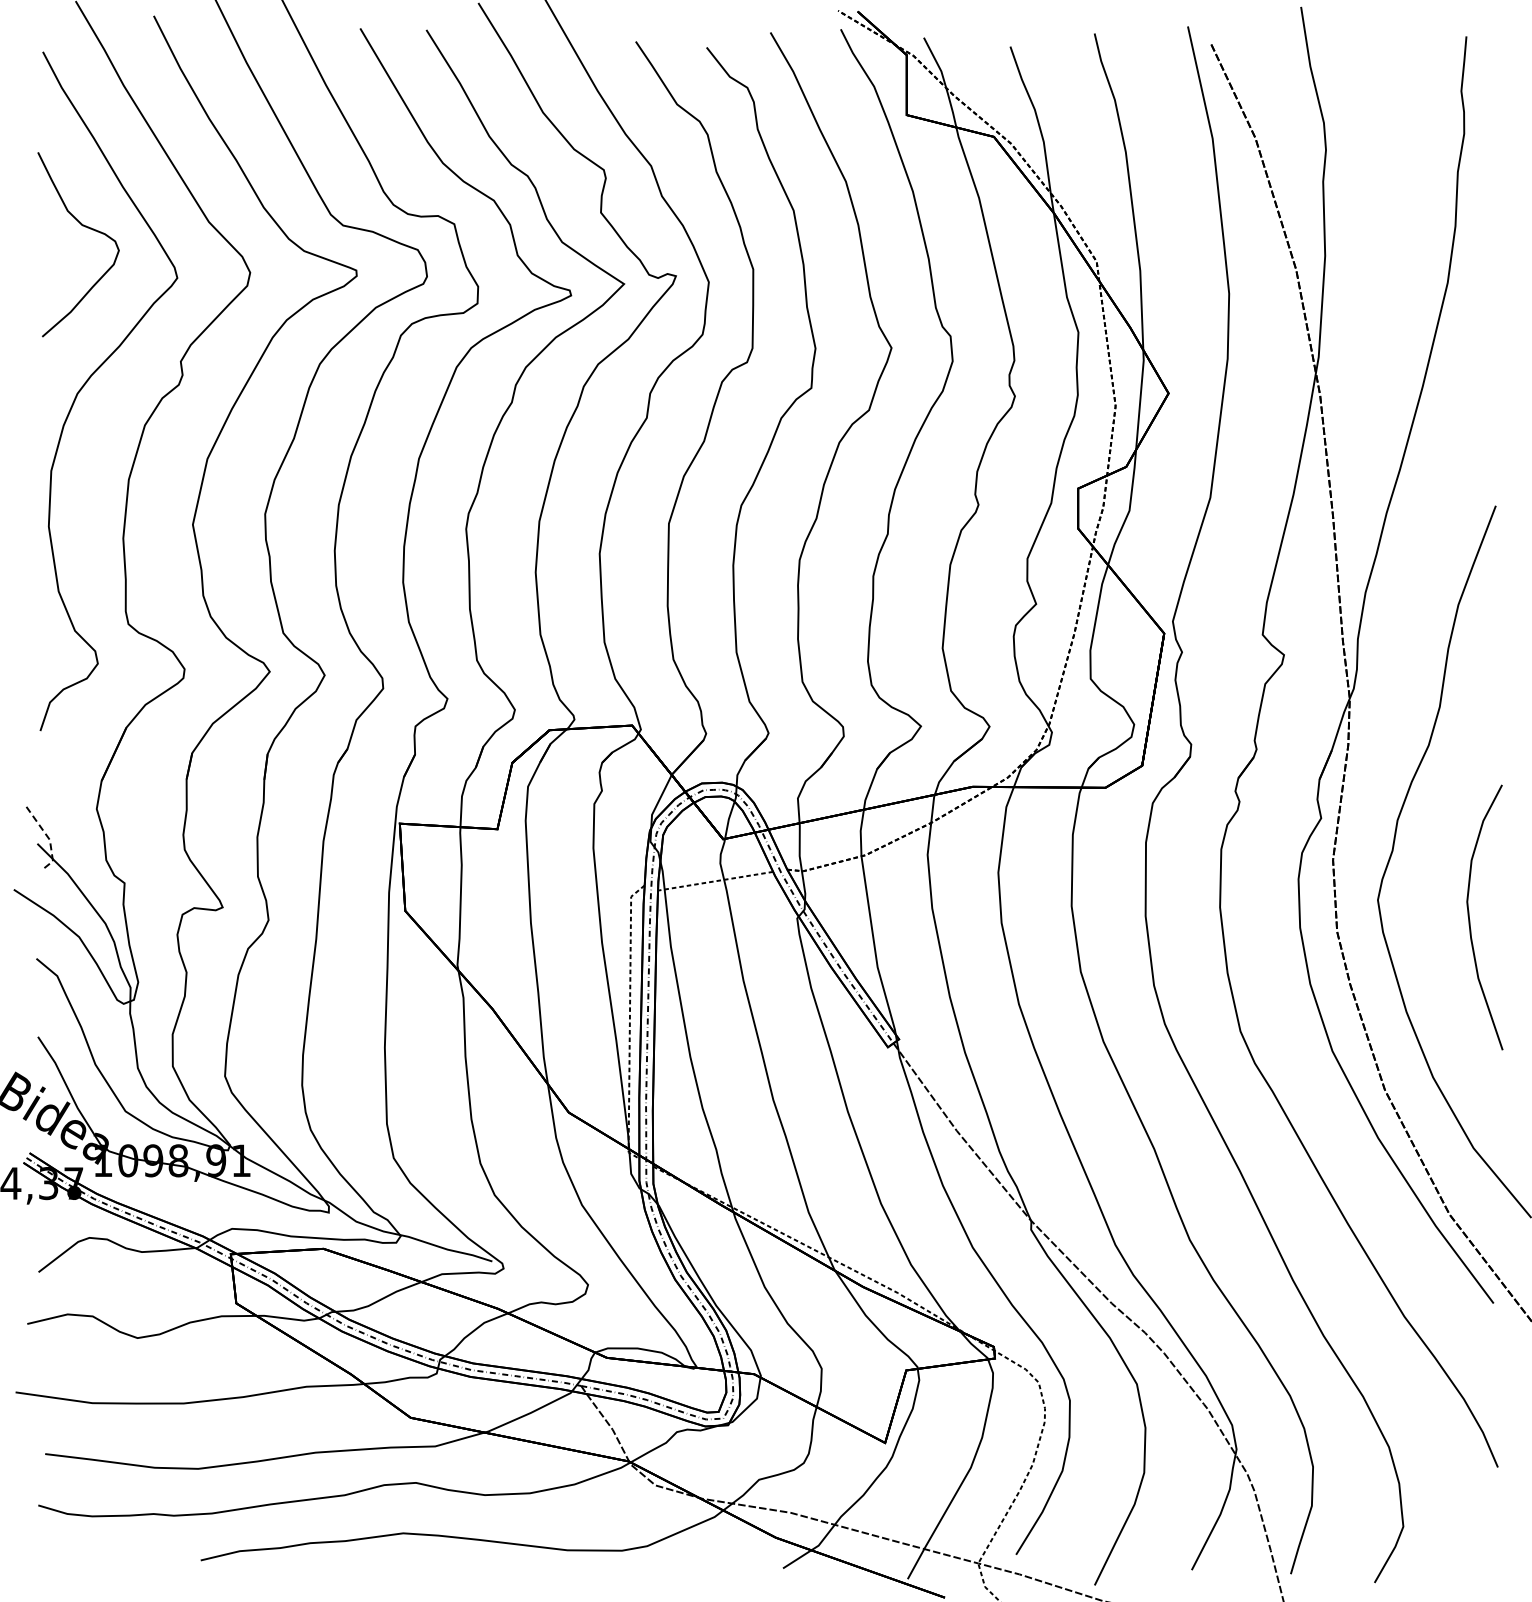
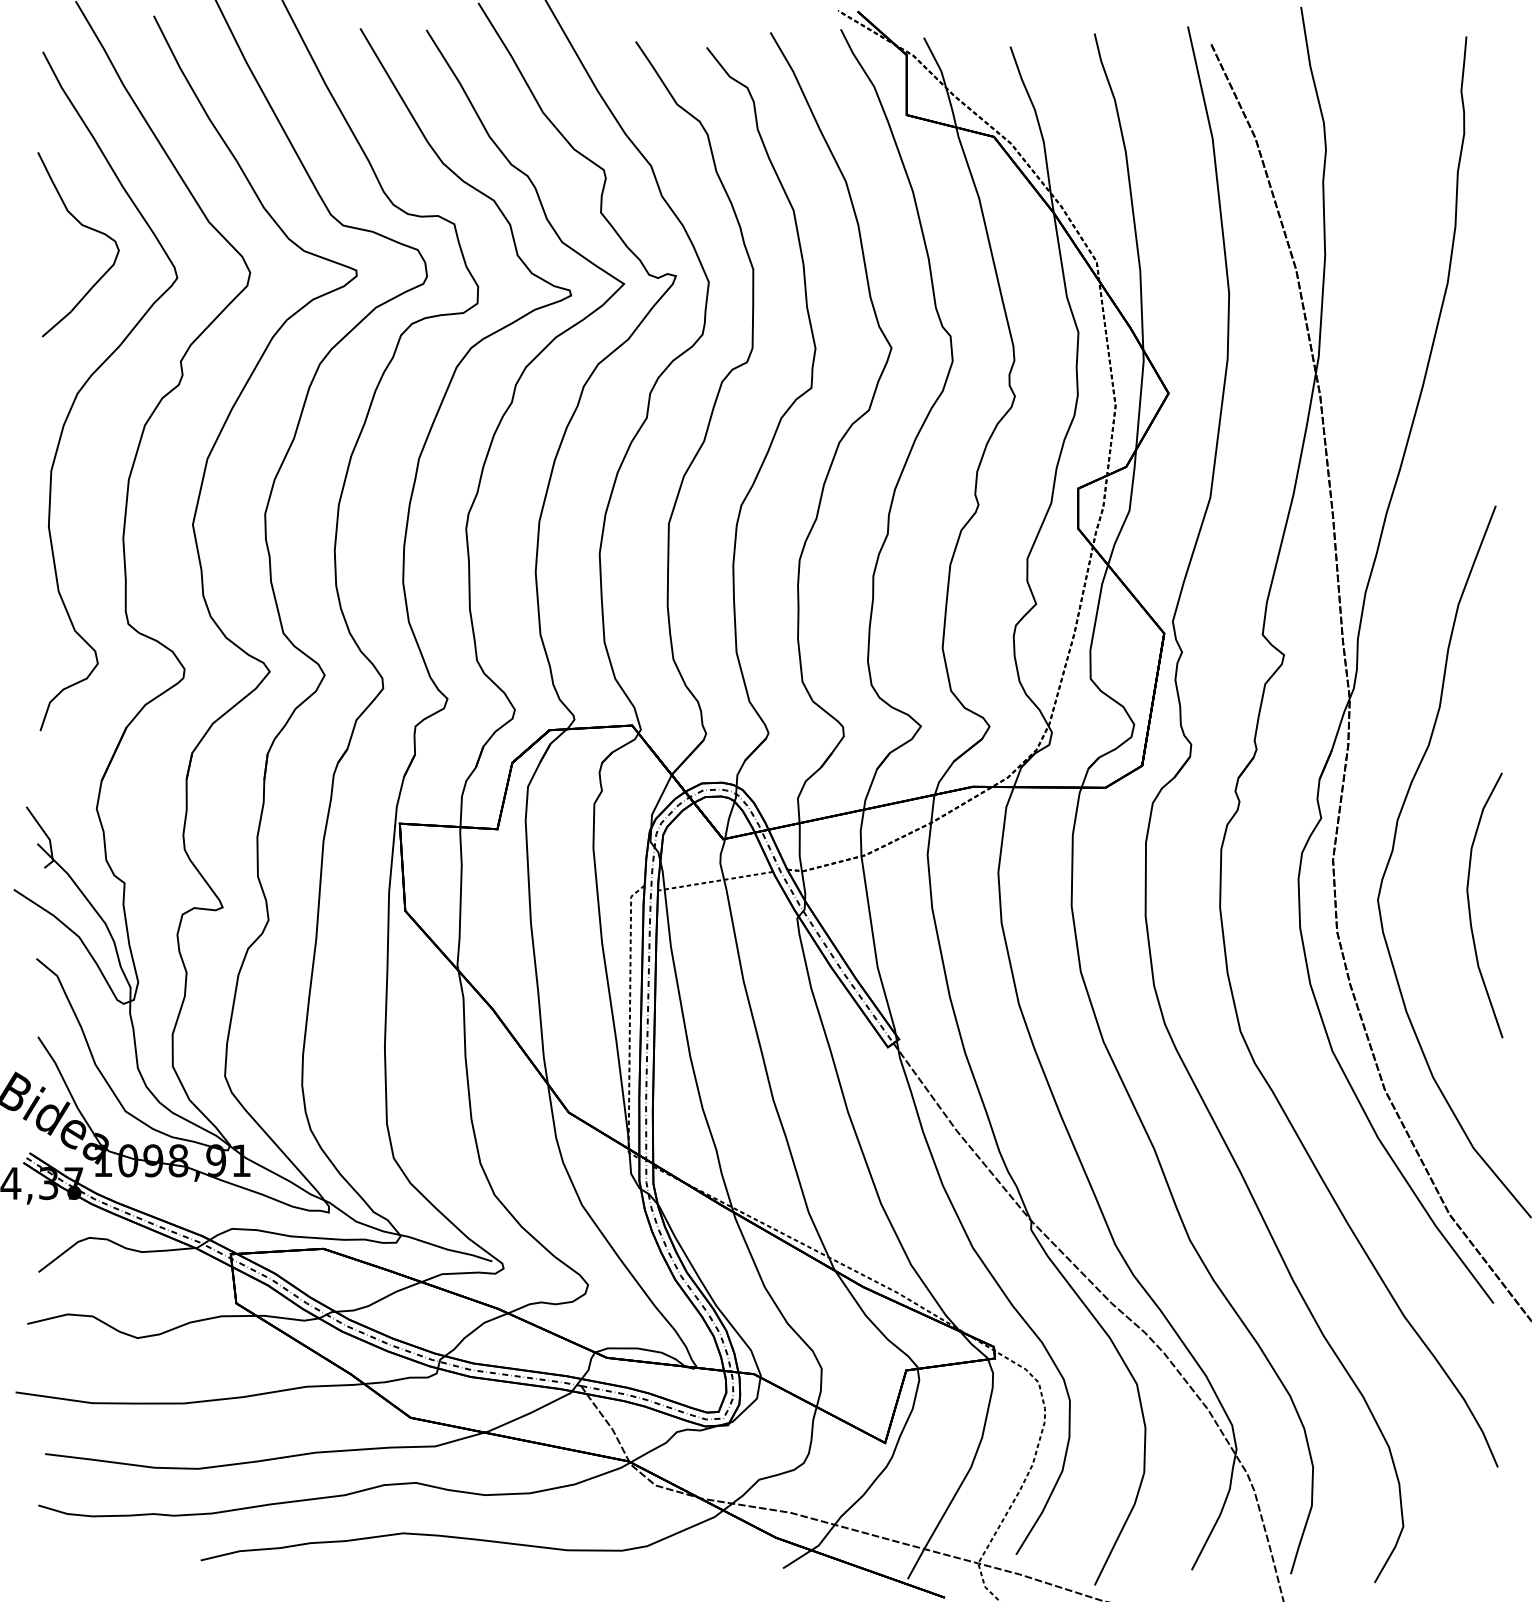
line at (48, 838): dashed -> solid
curve at (1470, 920) position: (1470, 920) -> (1470, 908)
